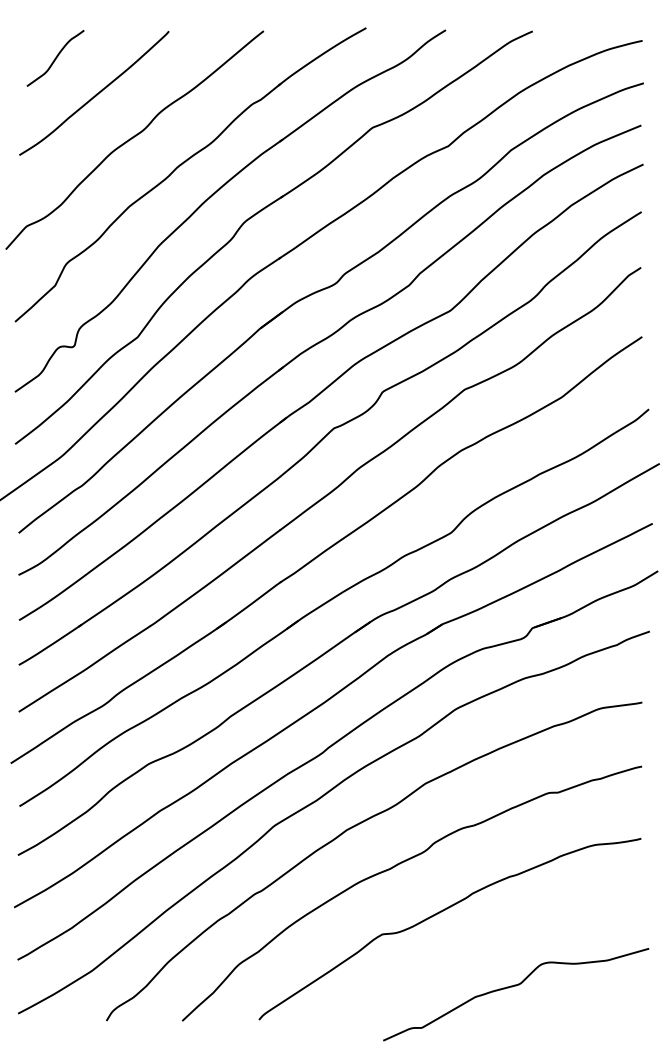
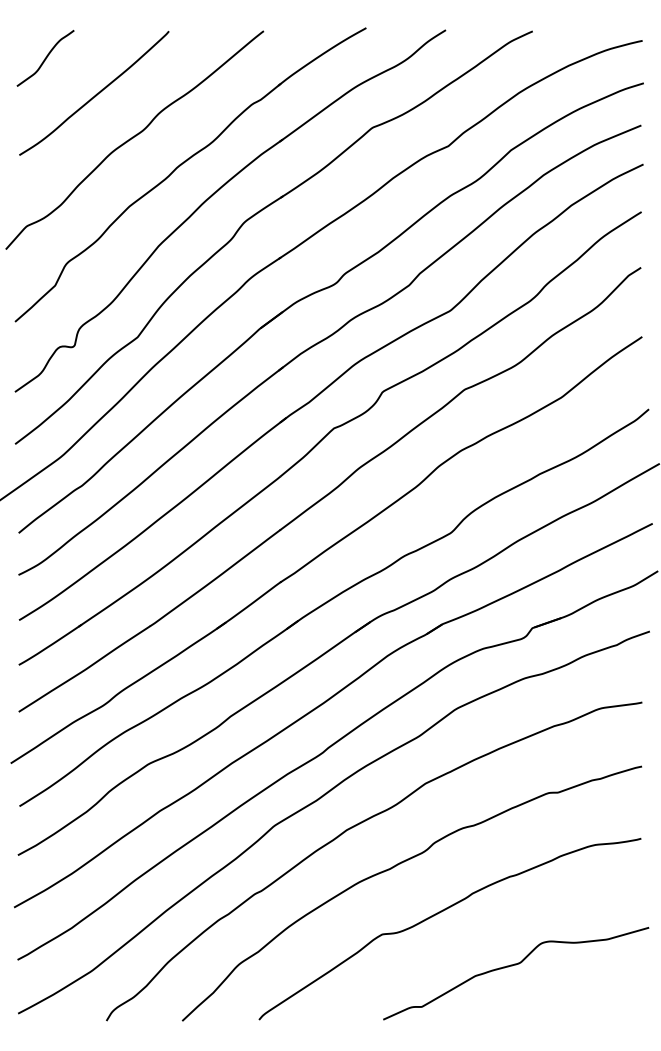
curve at (55, 57) position: (55, 57) -> (45, 57)
curve at (516, 986) position: (516, 986) -> (516, 965)
